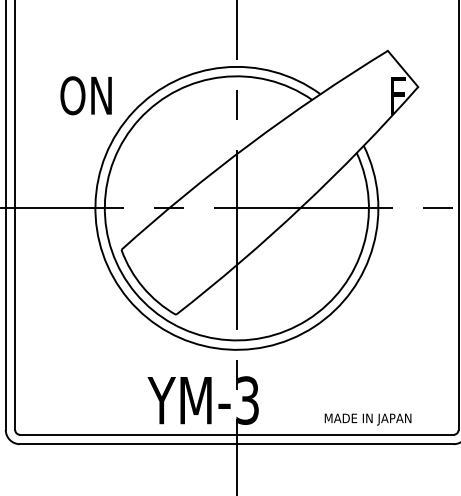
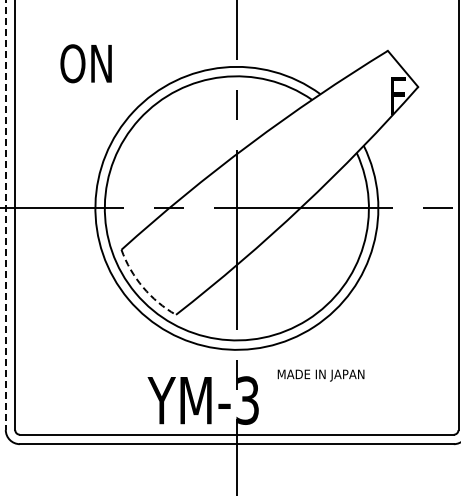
text at (85, 95) position: (85, 95) -> (85, 63)
line at (5, 215): solid -> dashed
arc at (142, 287): solid -> dashed
text at (367, 419) position: (367, 419) -> (320, 375)
